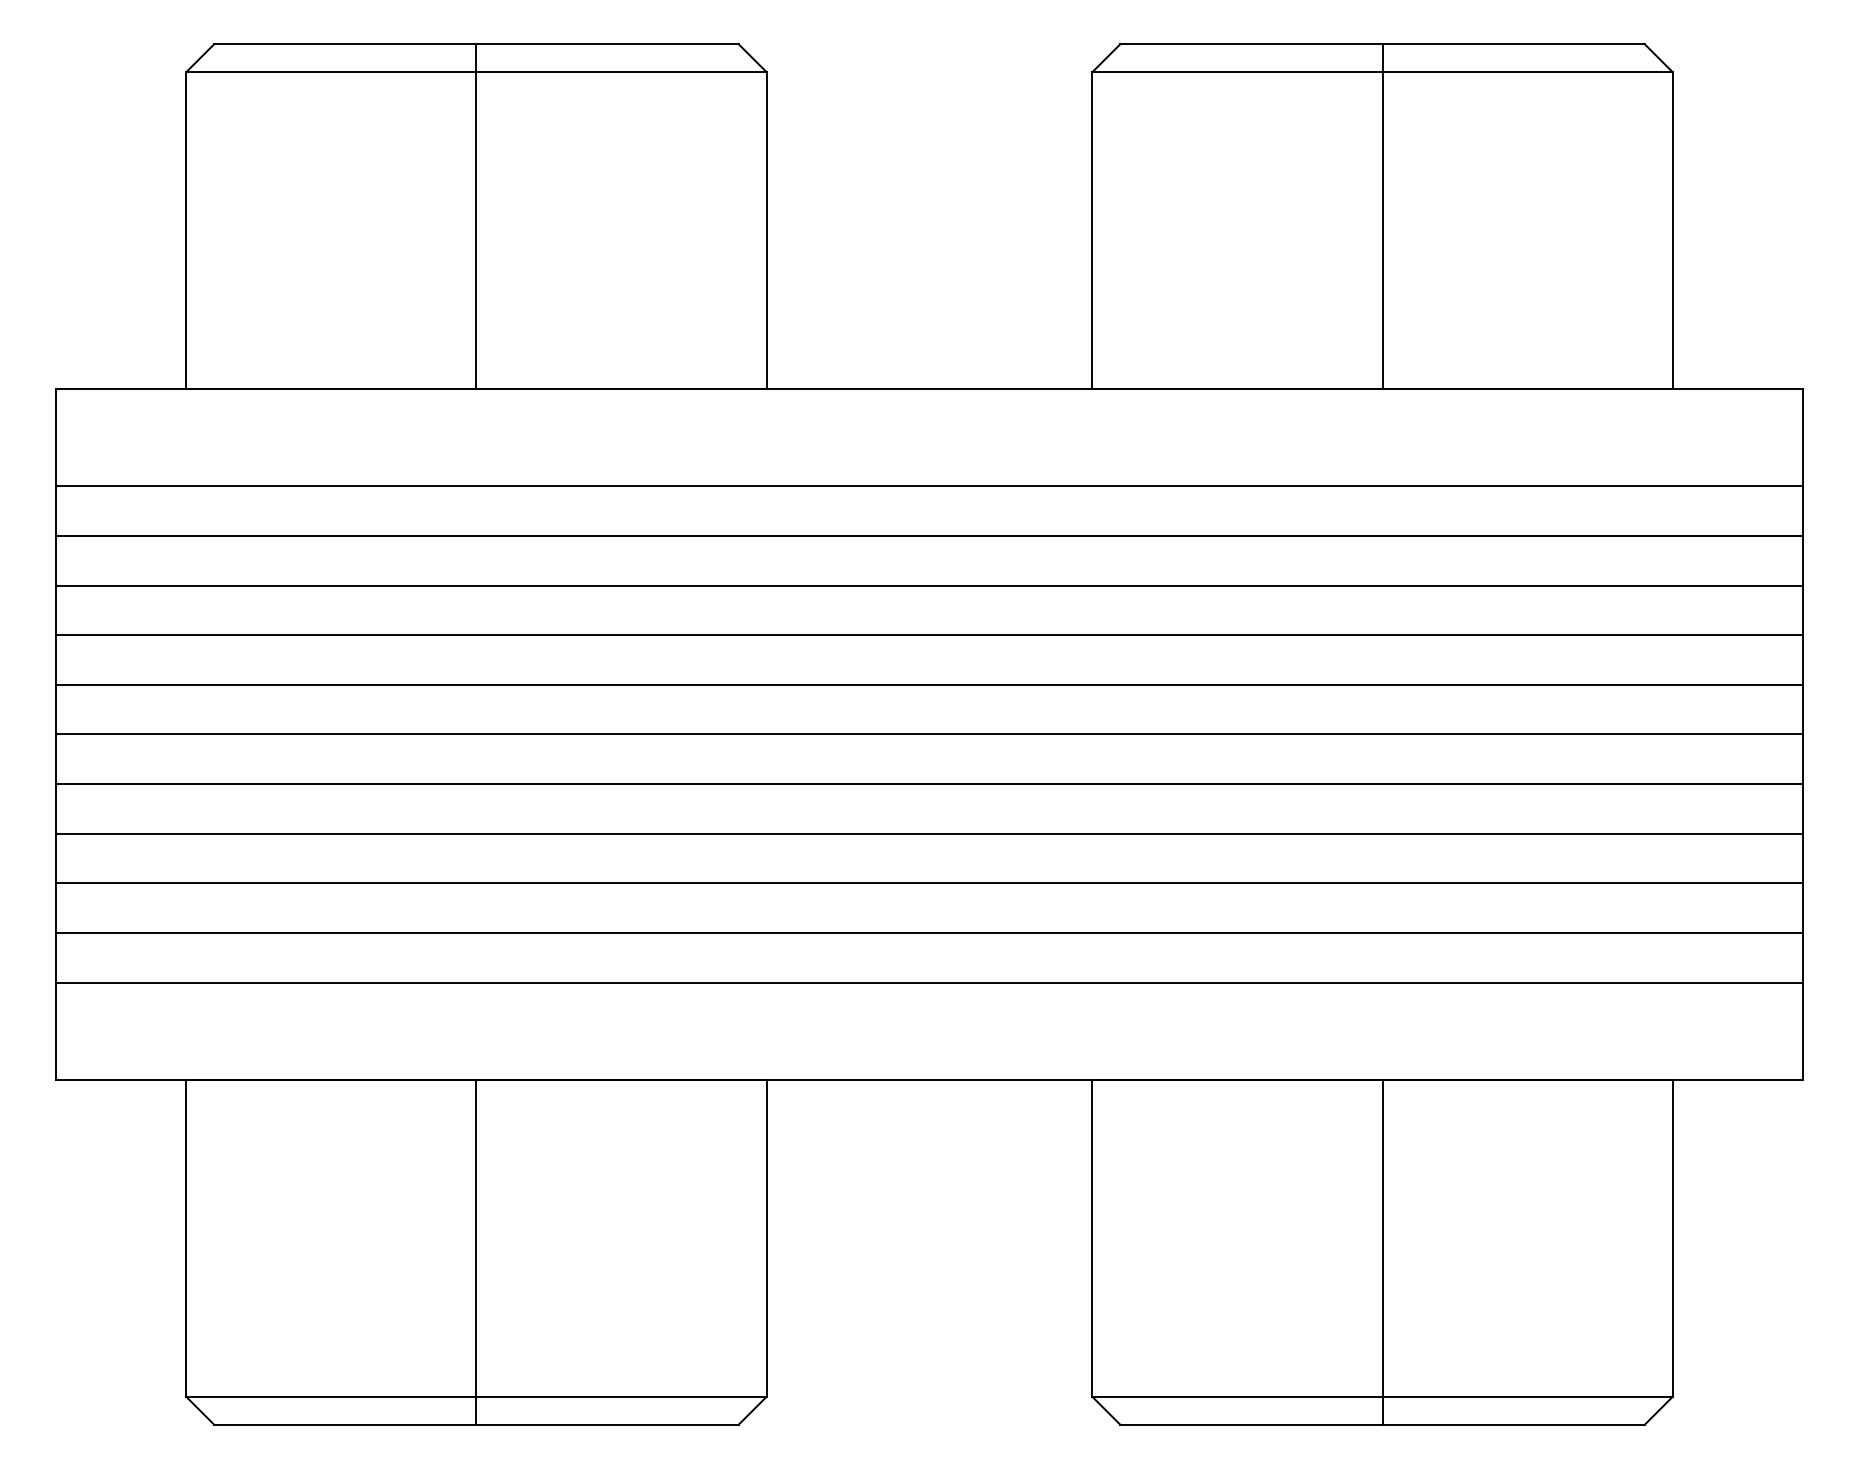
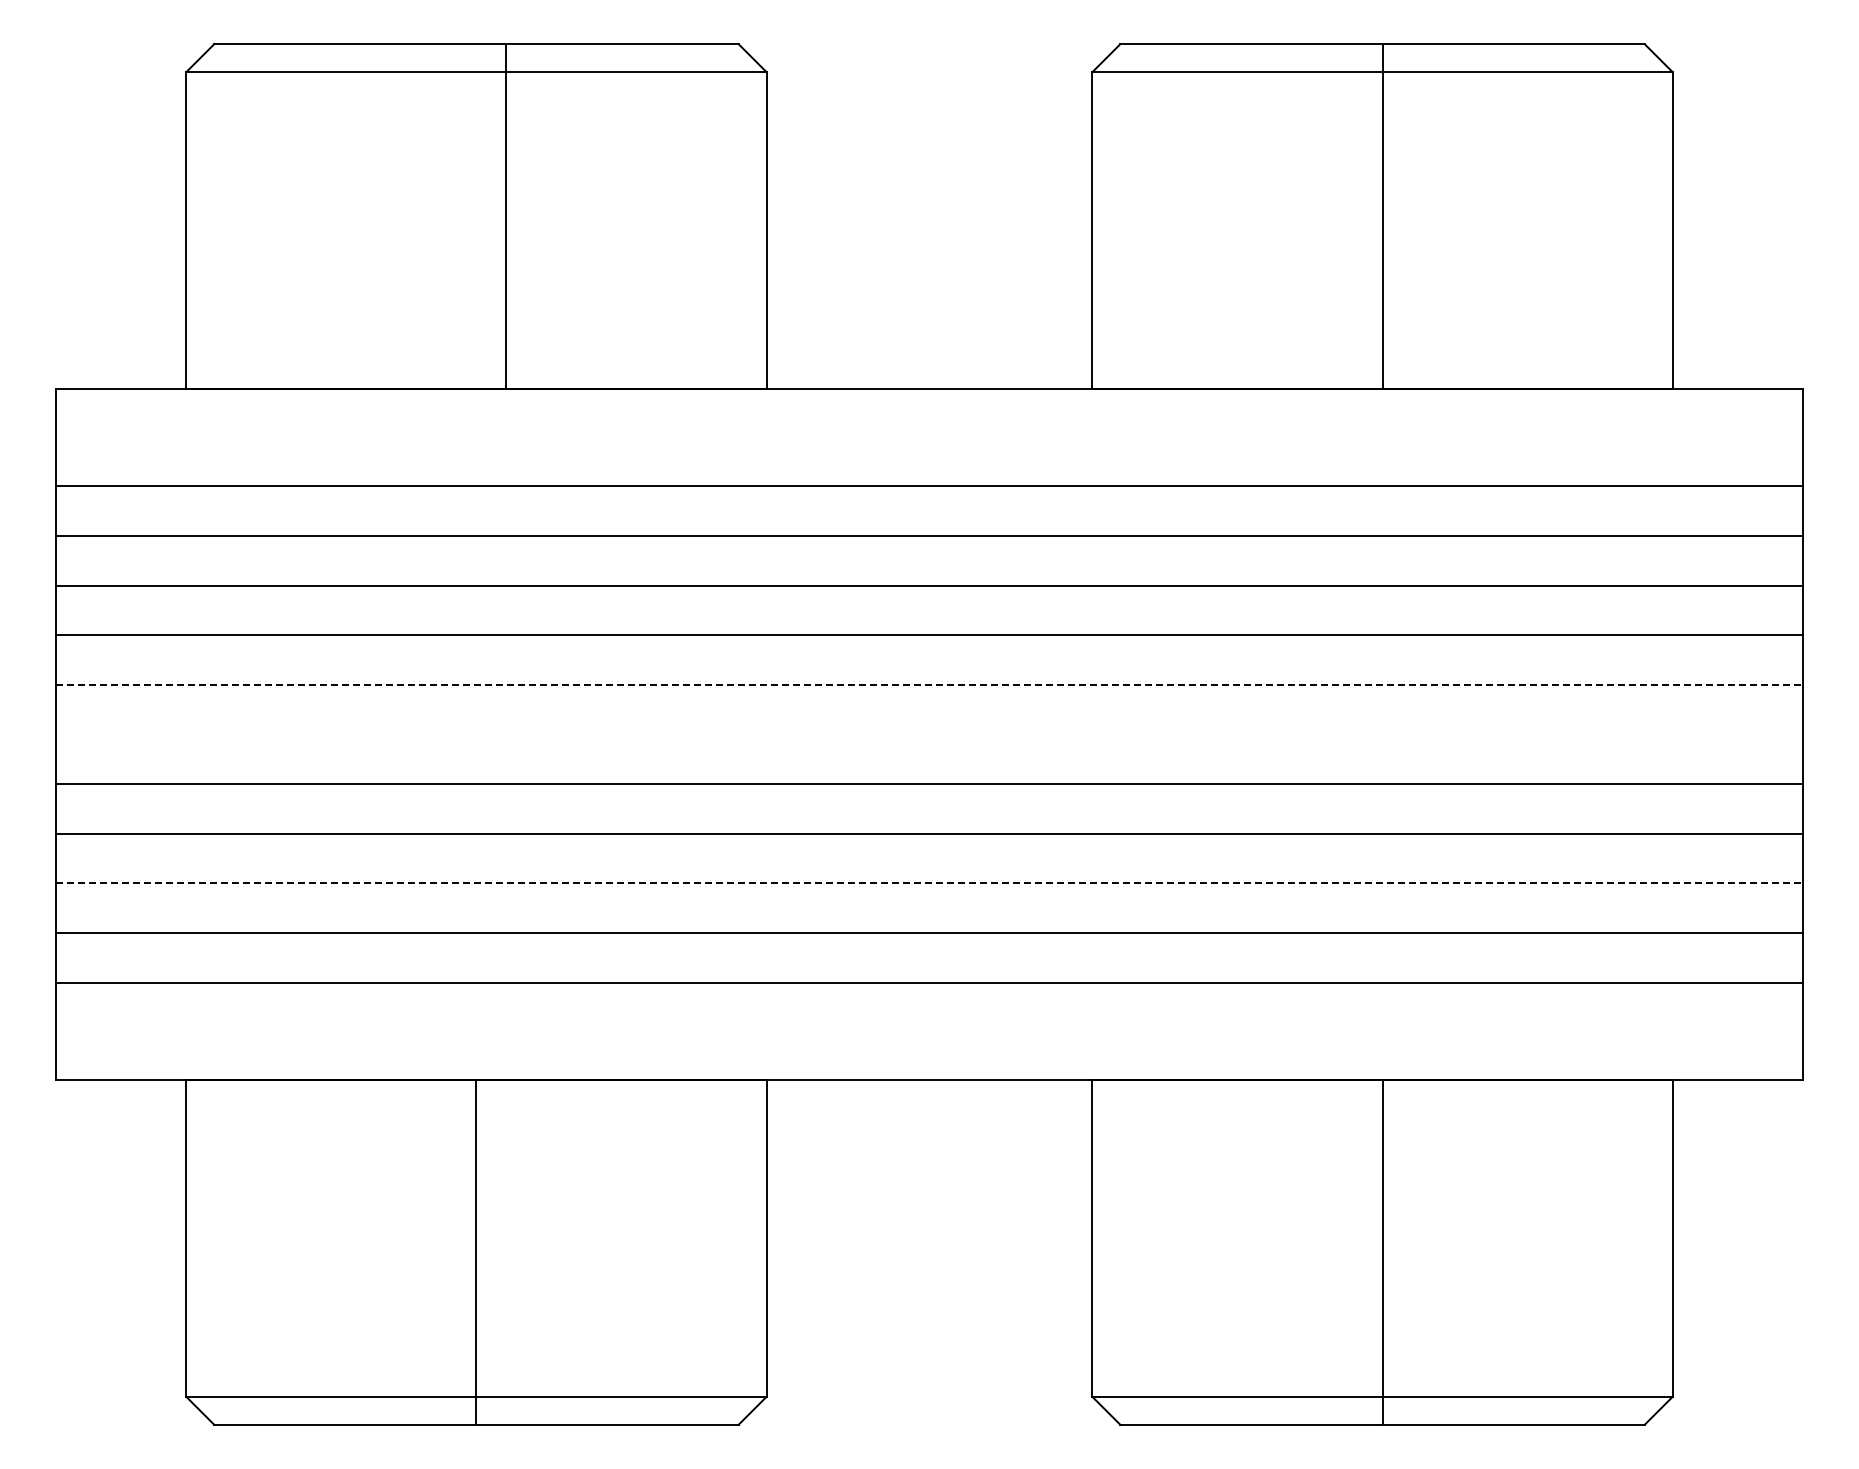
line at (476, 216) position: (476, 216) -> (506, 216)
line at (929, 684): solid -> dashed
line at (929, 734): present -> none
line at (929, 883): solid -> dashed
